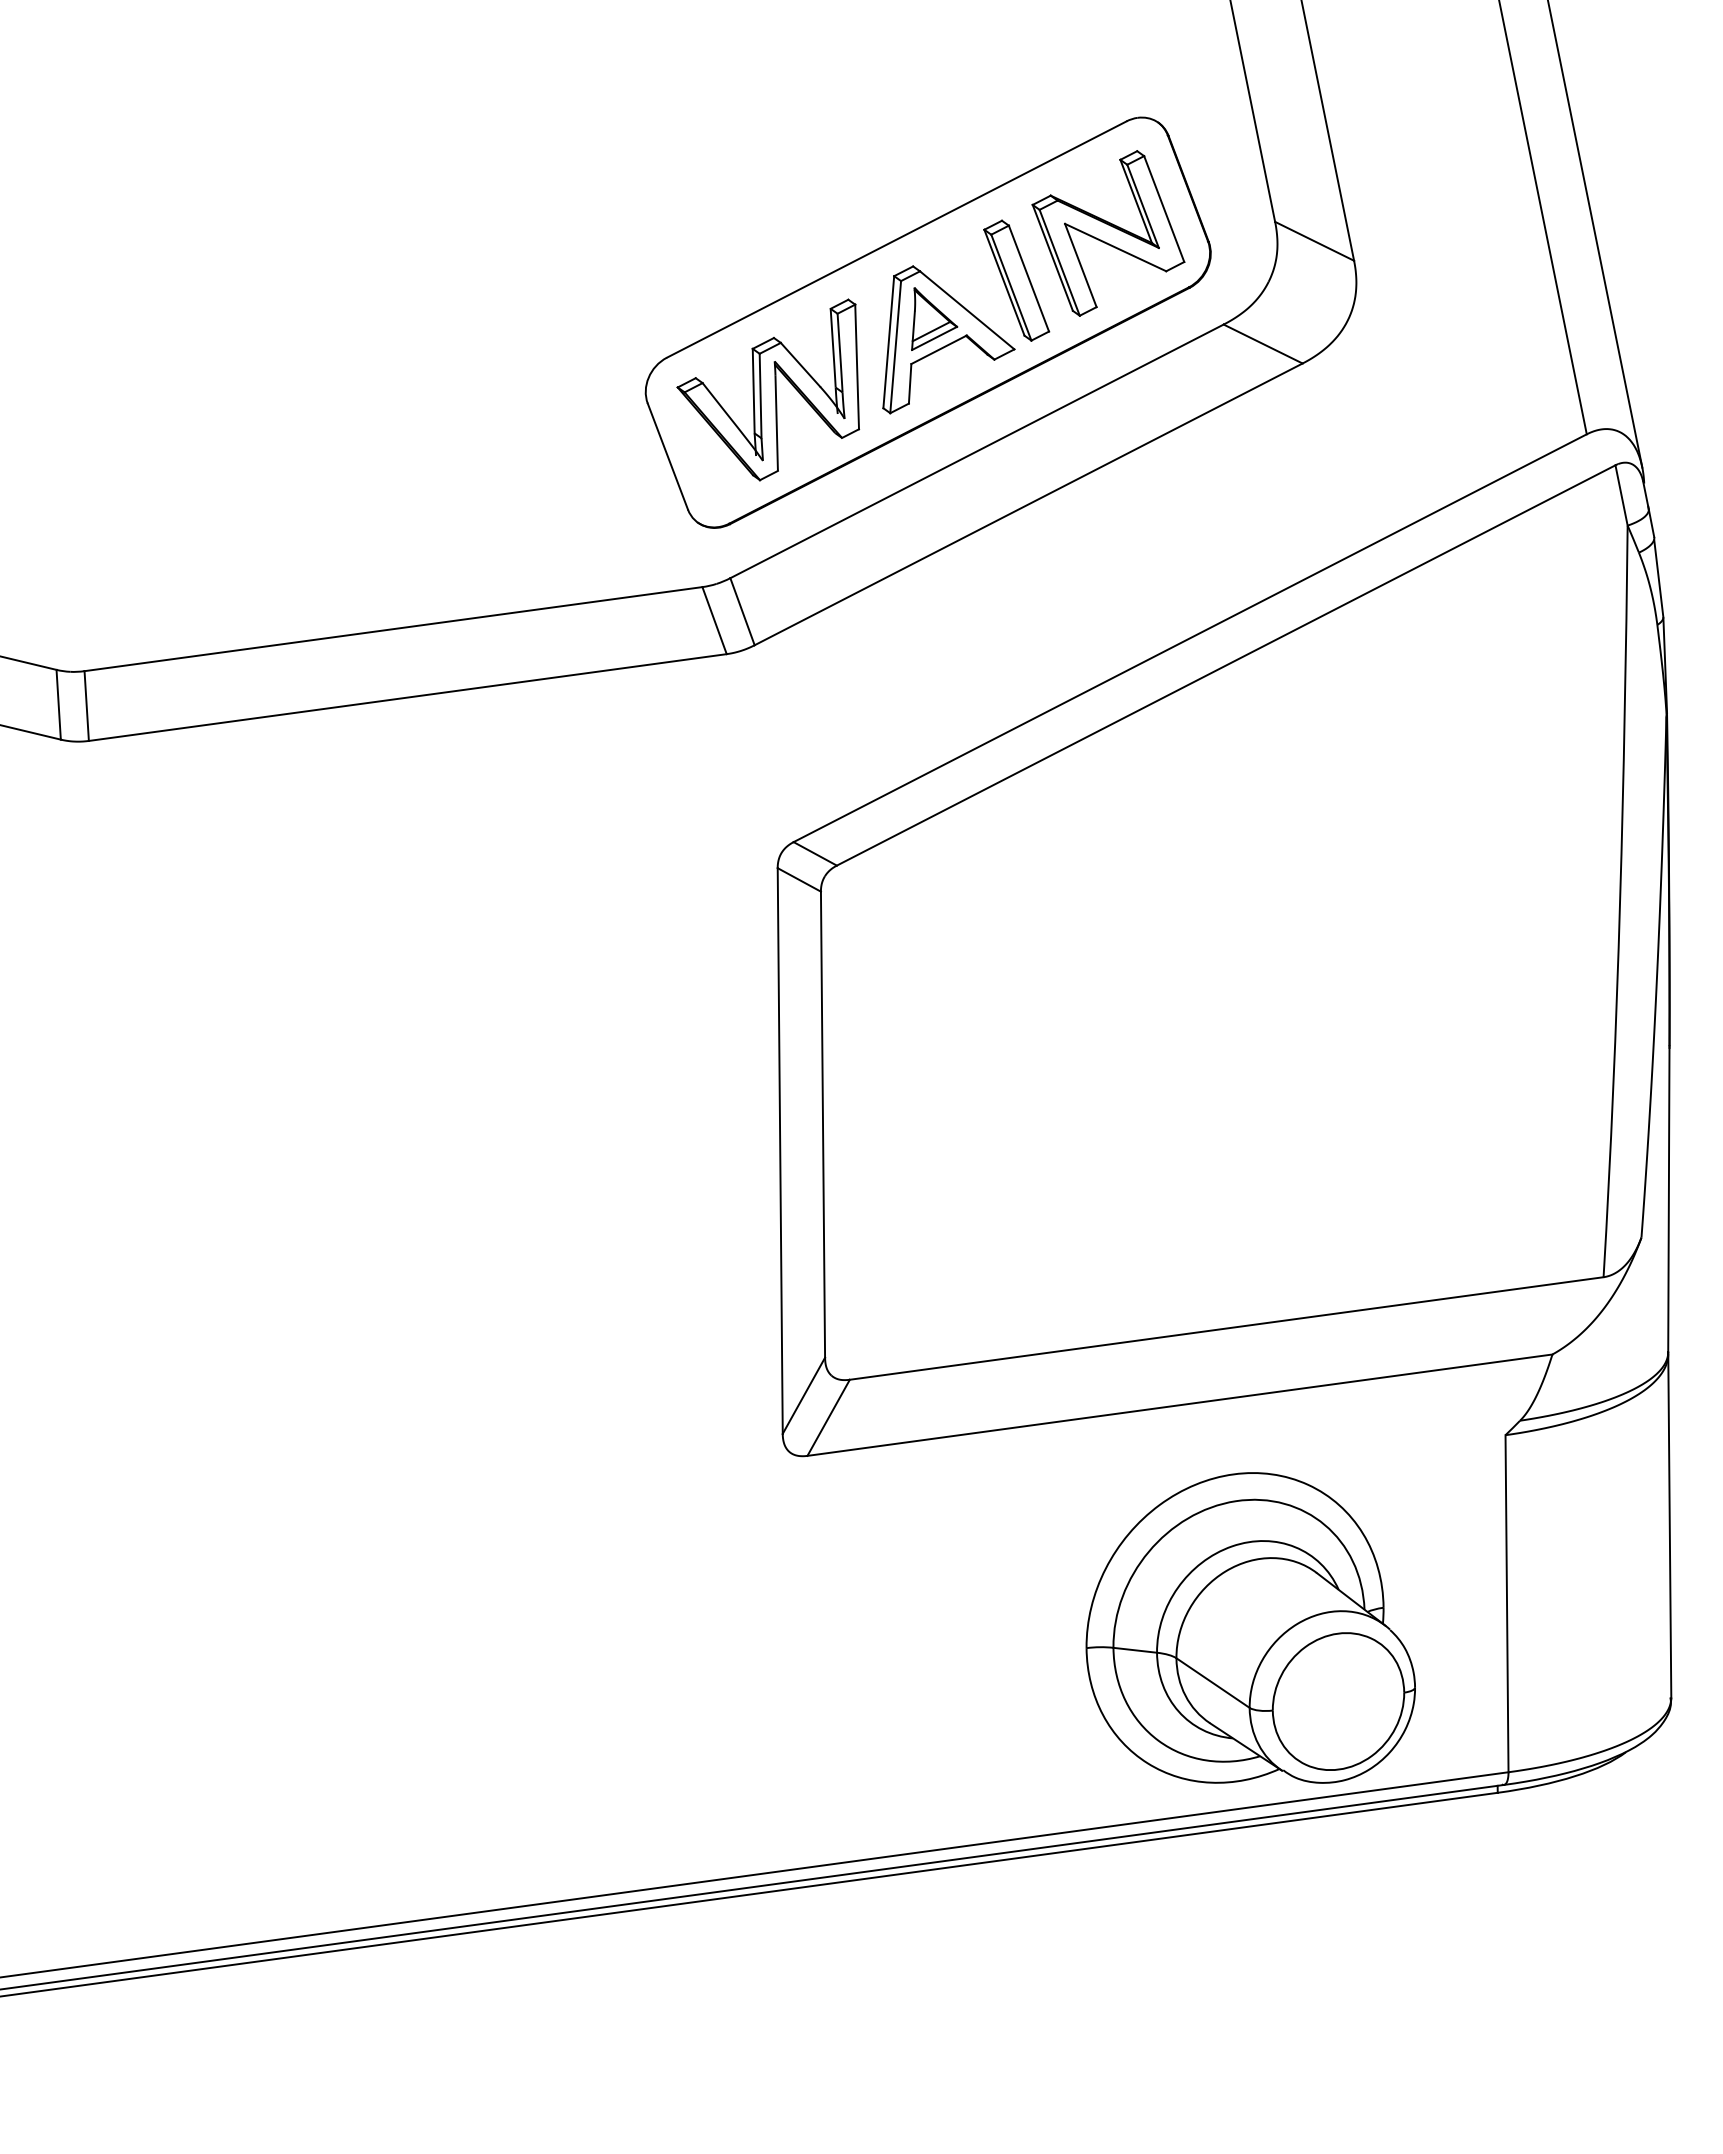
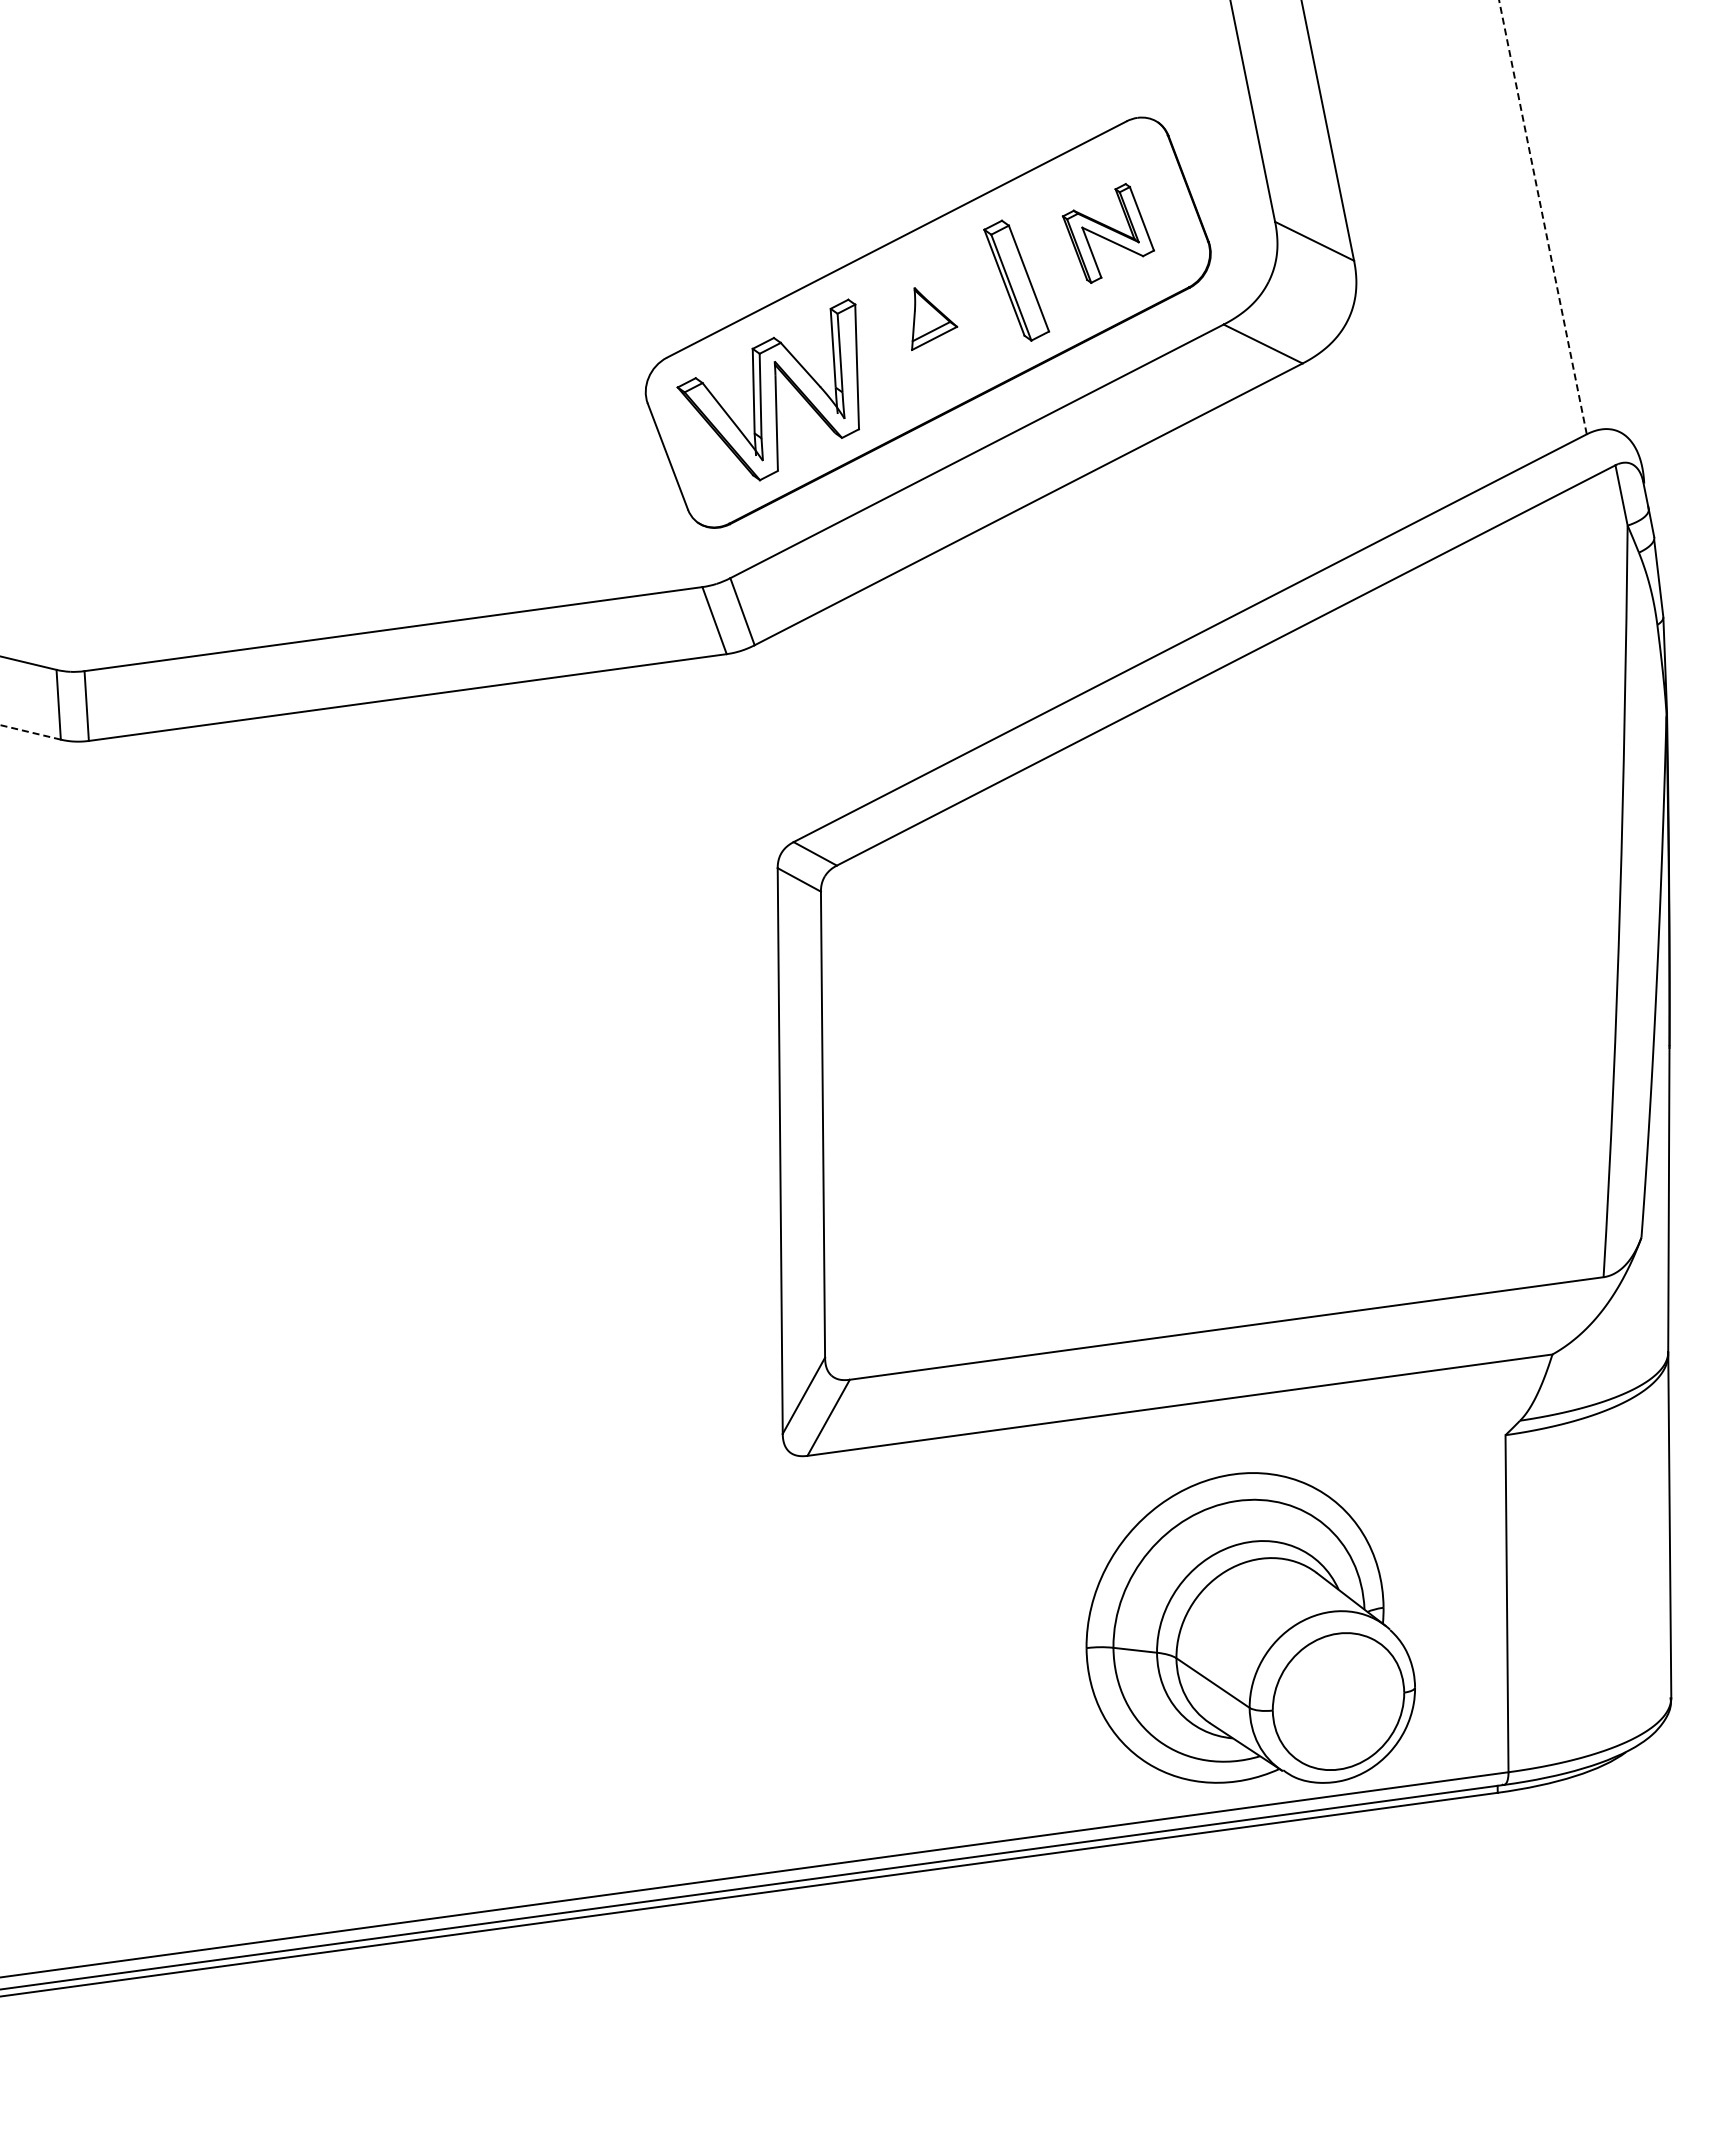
line at (1542, 216): solid -> dashed
part at (1108, 233) size: 155x167 px -> 94x101 px
line at (1595, 234): present -> none
part at (948, 339): present -> none
line at (30, 732): solid -> dashed
